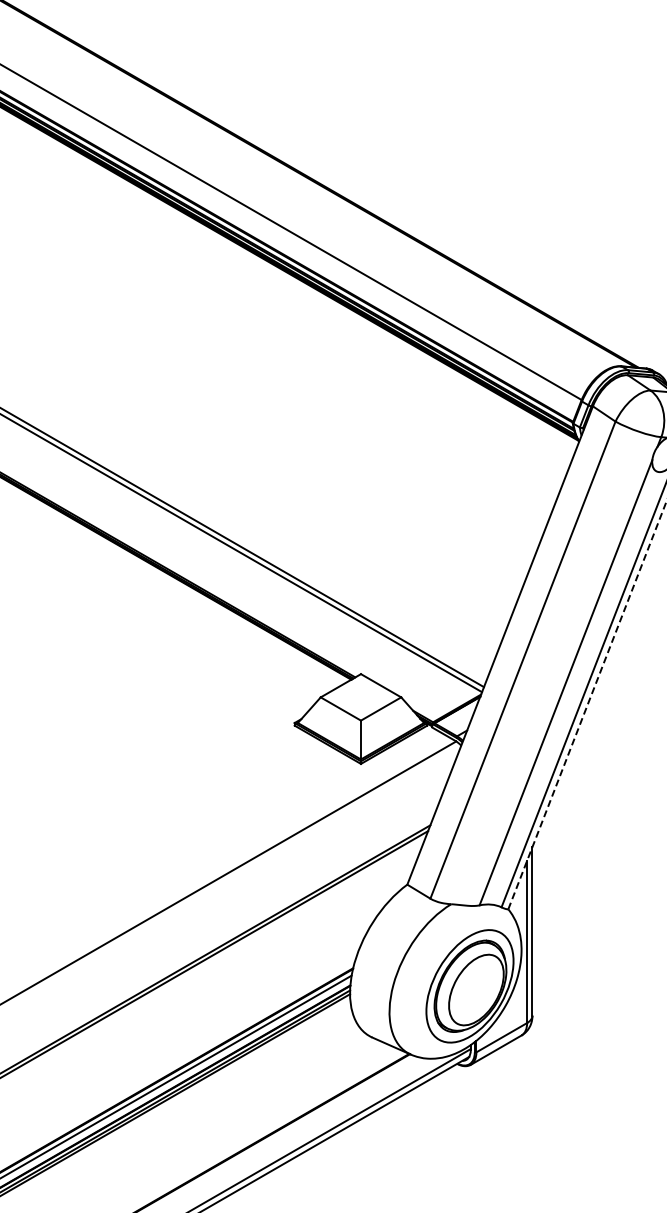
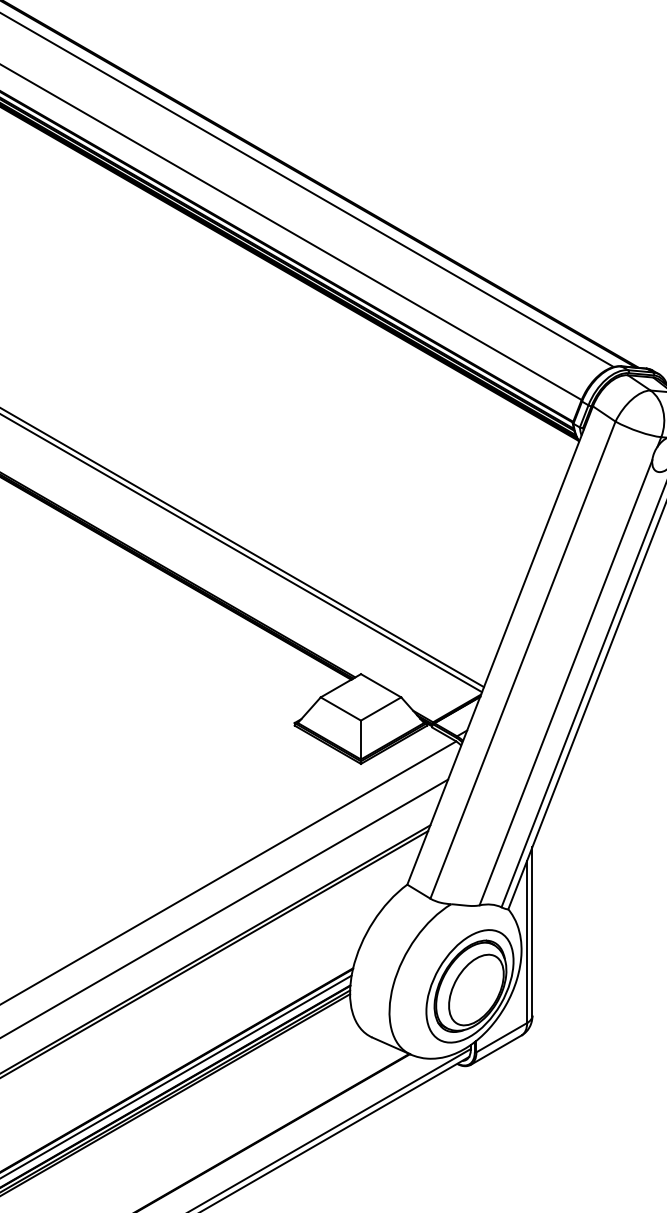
line at (307, 190): none -> present
line at (587, 704): dashed -> solid
line at (225, 907): none -> present
